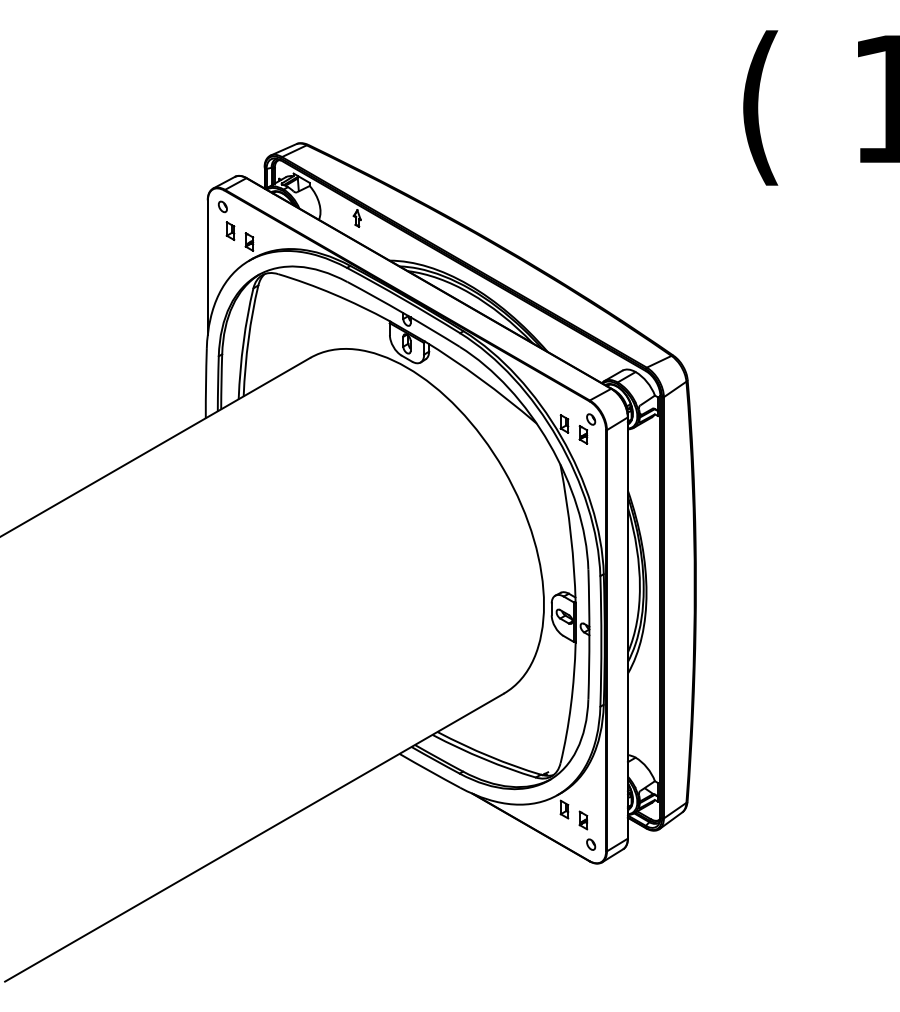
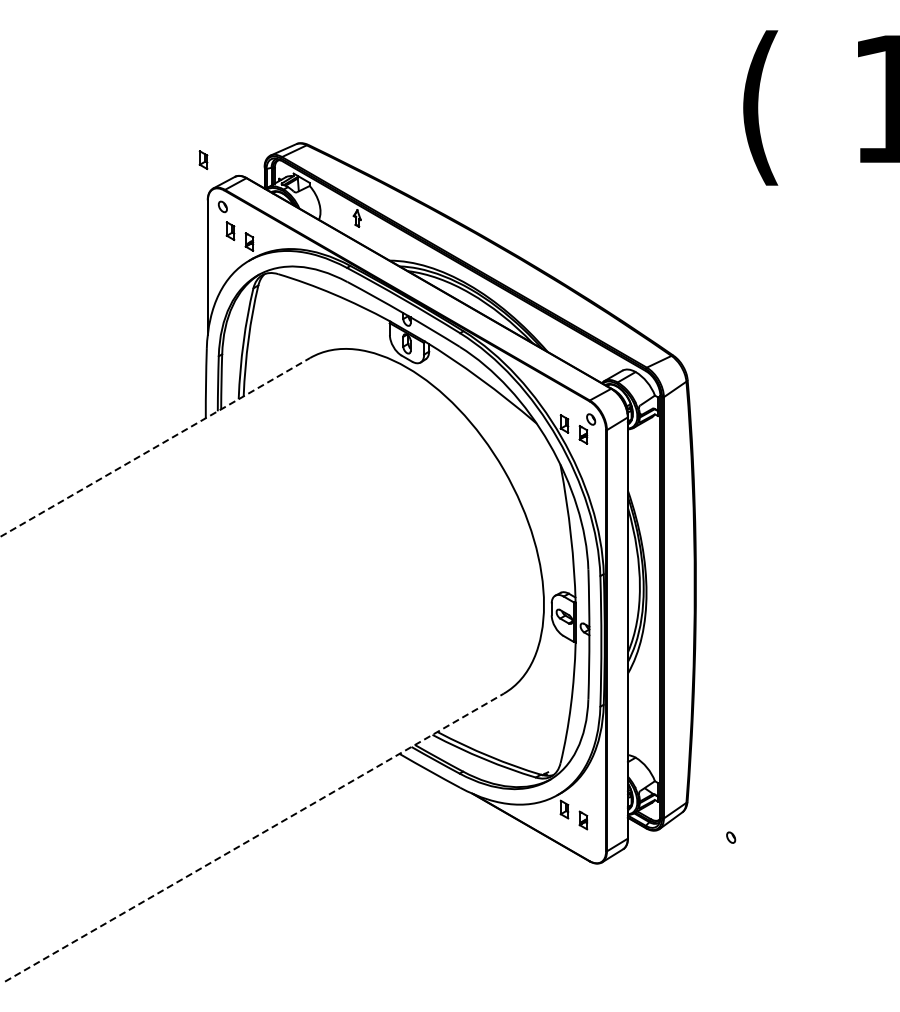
part at (203, 160): none -> present
line at (155, 447): solid -> dashed
line at (254, 837): solid -> dashed
part at (591, 844) position: (591, 844) -> (731, 837)
